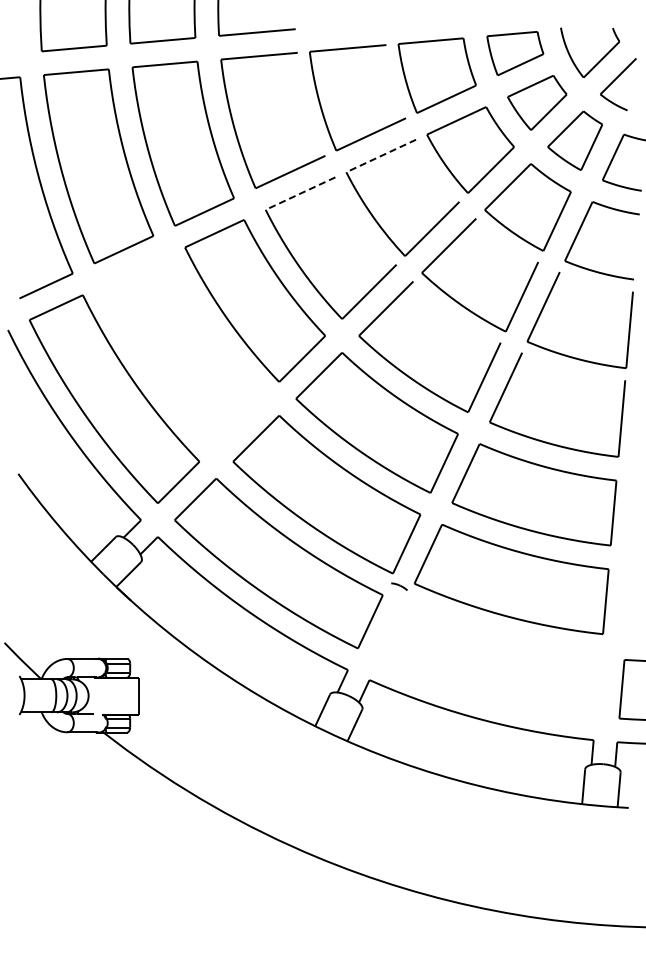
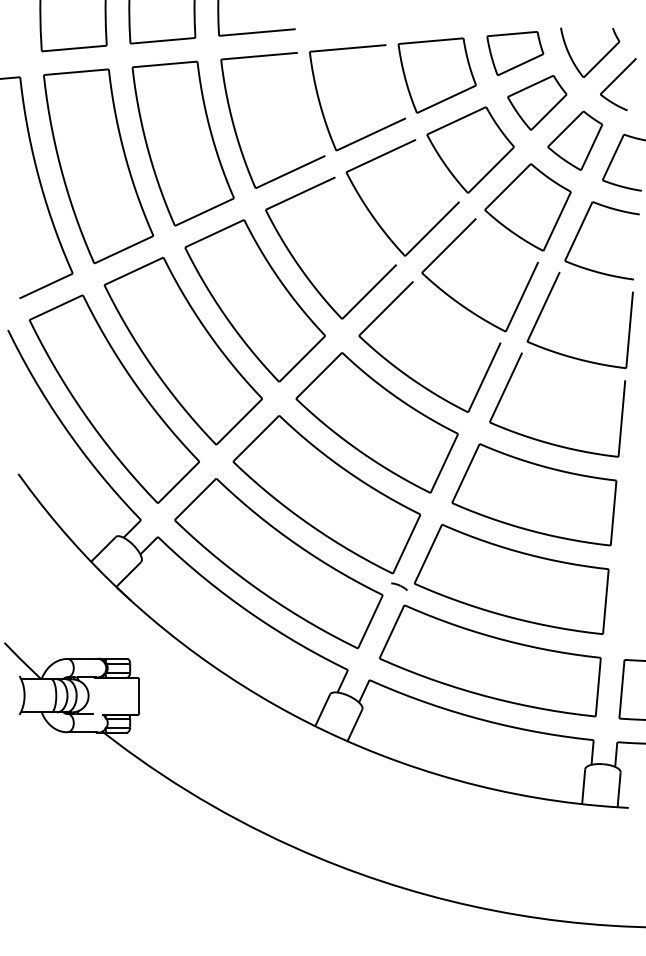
line at (380, 156): dashed -> solid
line at (300, 193): dashed -> solid
part at (182, 351): none -> present
part at (490, 660): none -> present
